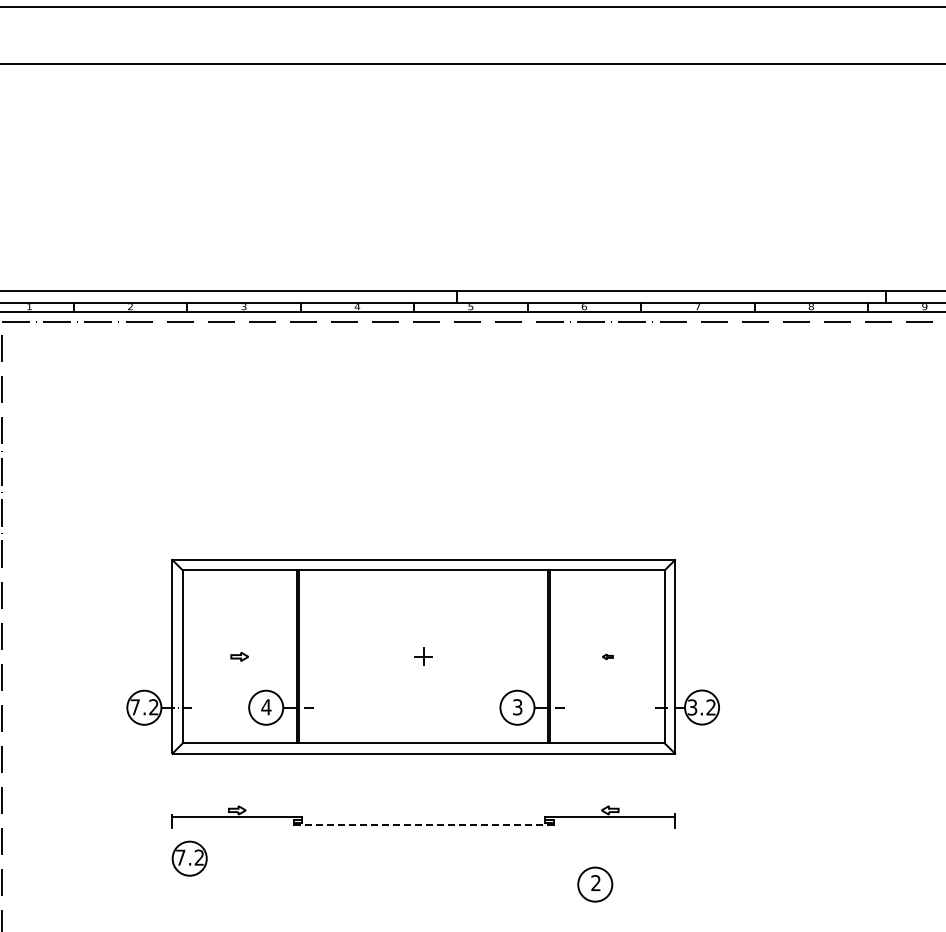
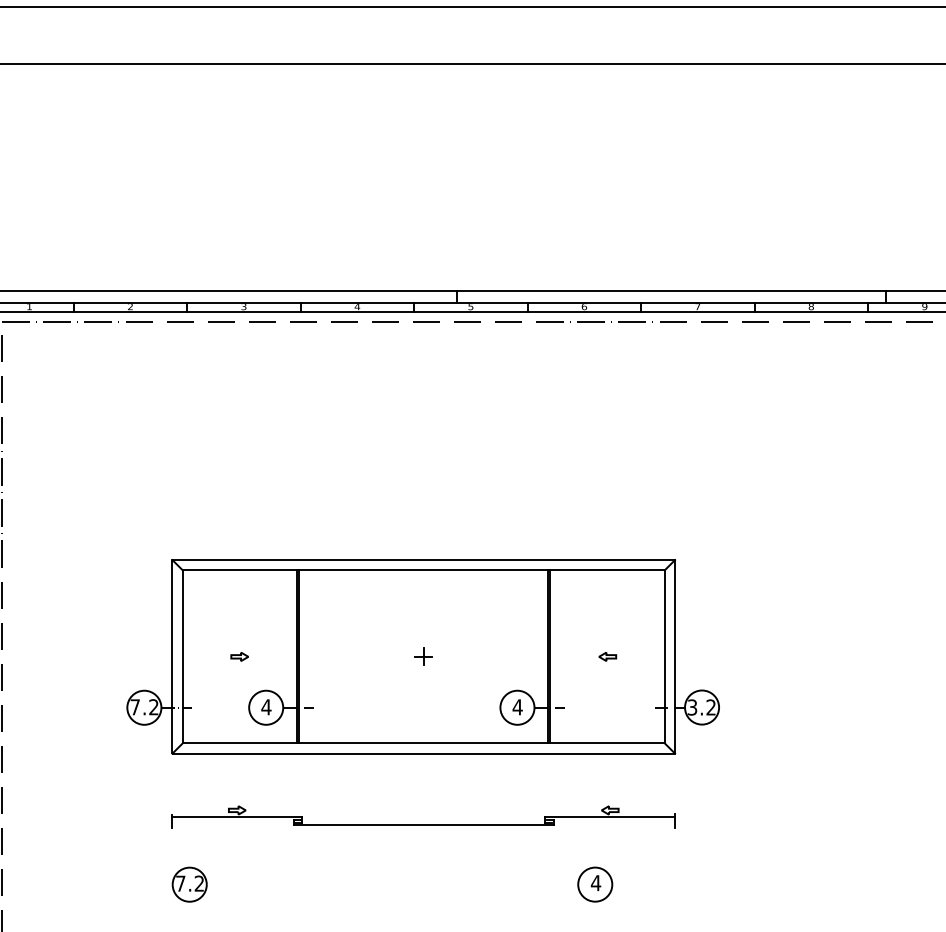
part at (607, 656) size: 12x8 px -> 20x10 px
text at (517, 707): 3 -> 4
line at (423, 825): dashed -> solid
part at (189, 858) position: (189, 858) -> (189, 884)
text at (595, 883): 2 -> 4
